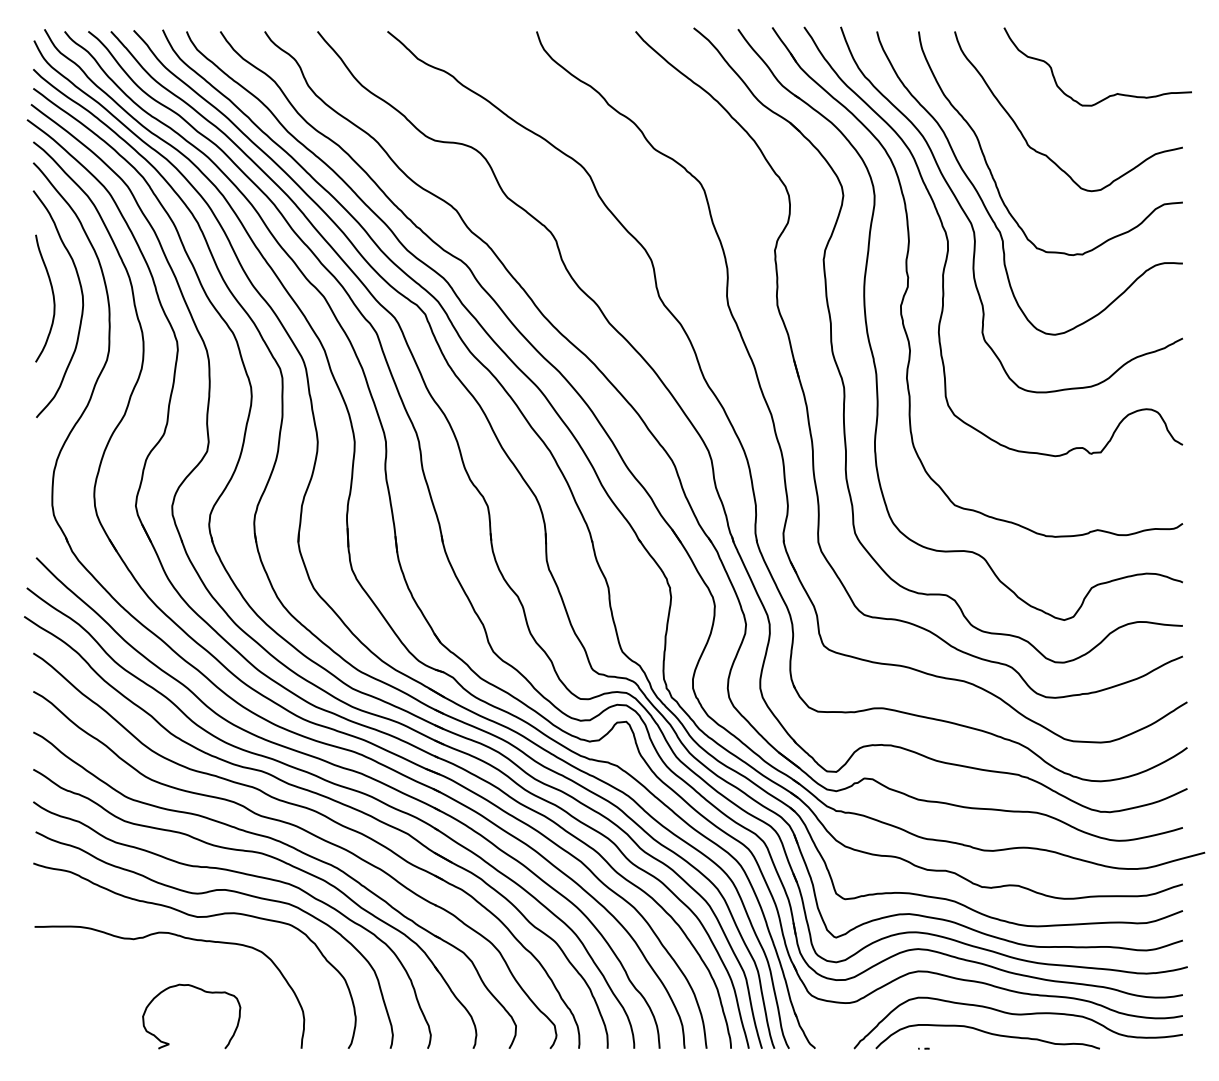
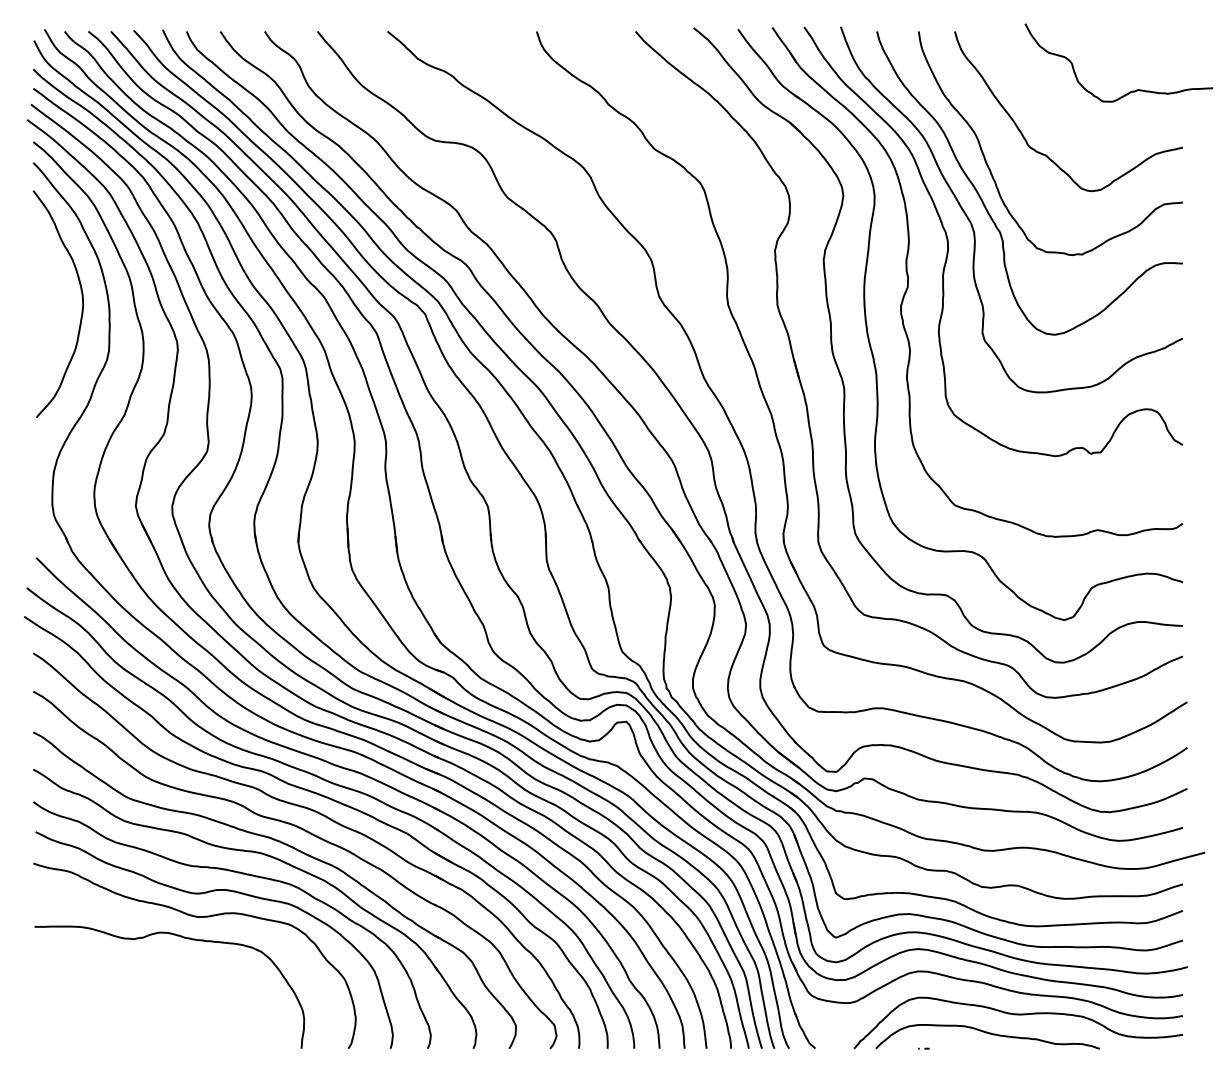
curve at (1108, 95) position: (1108, 95) -> (1129, 91)
curve at (52, 296): present -> none
curve at (204, 992): present -> none
